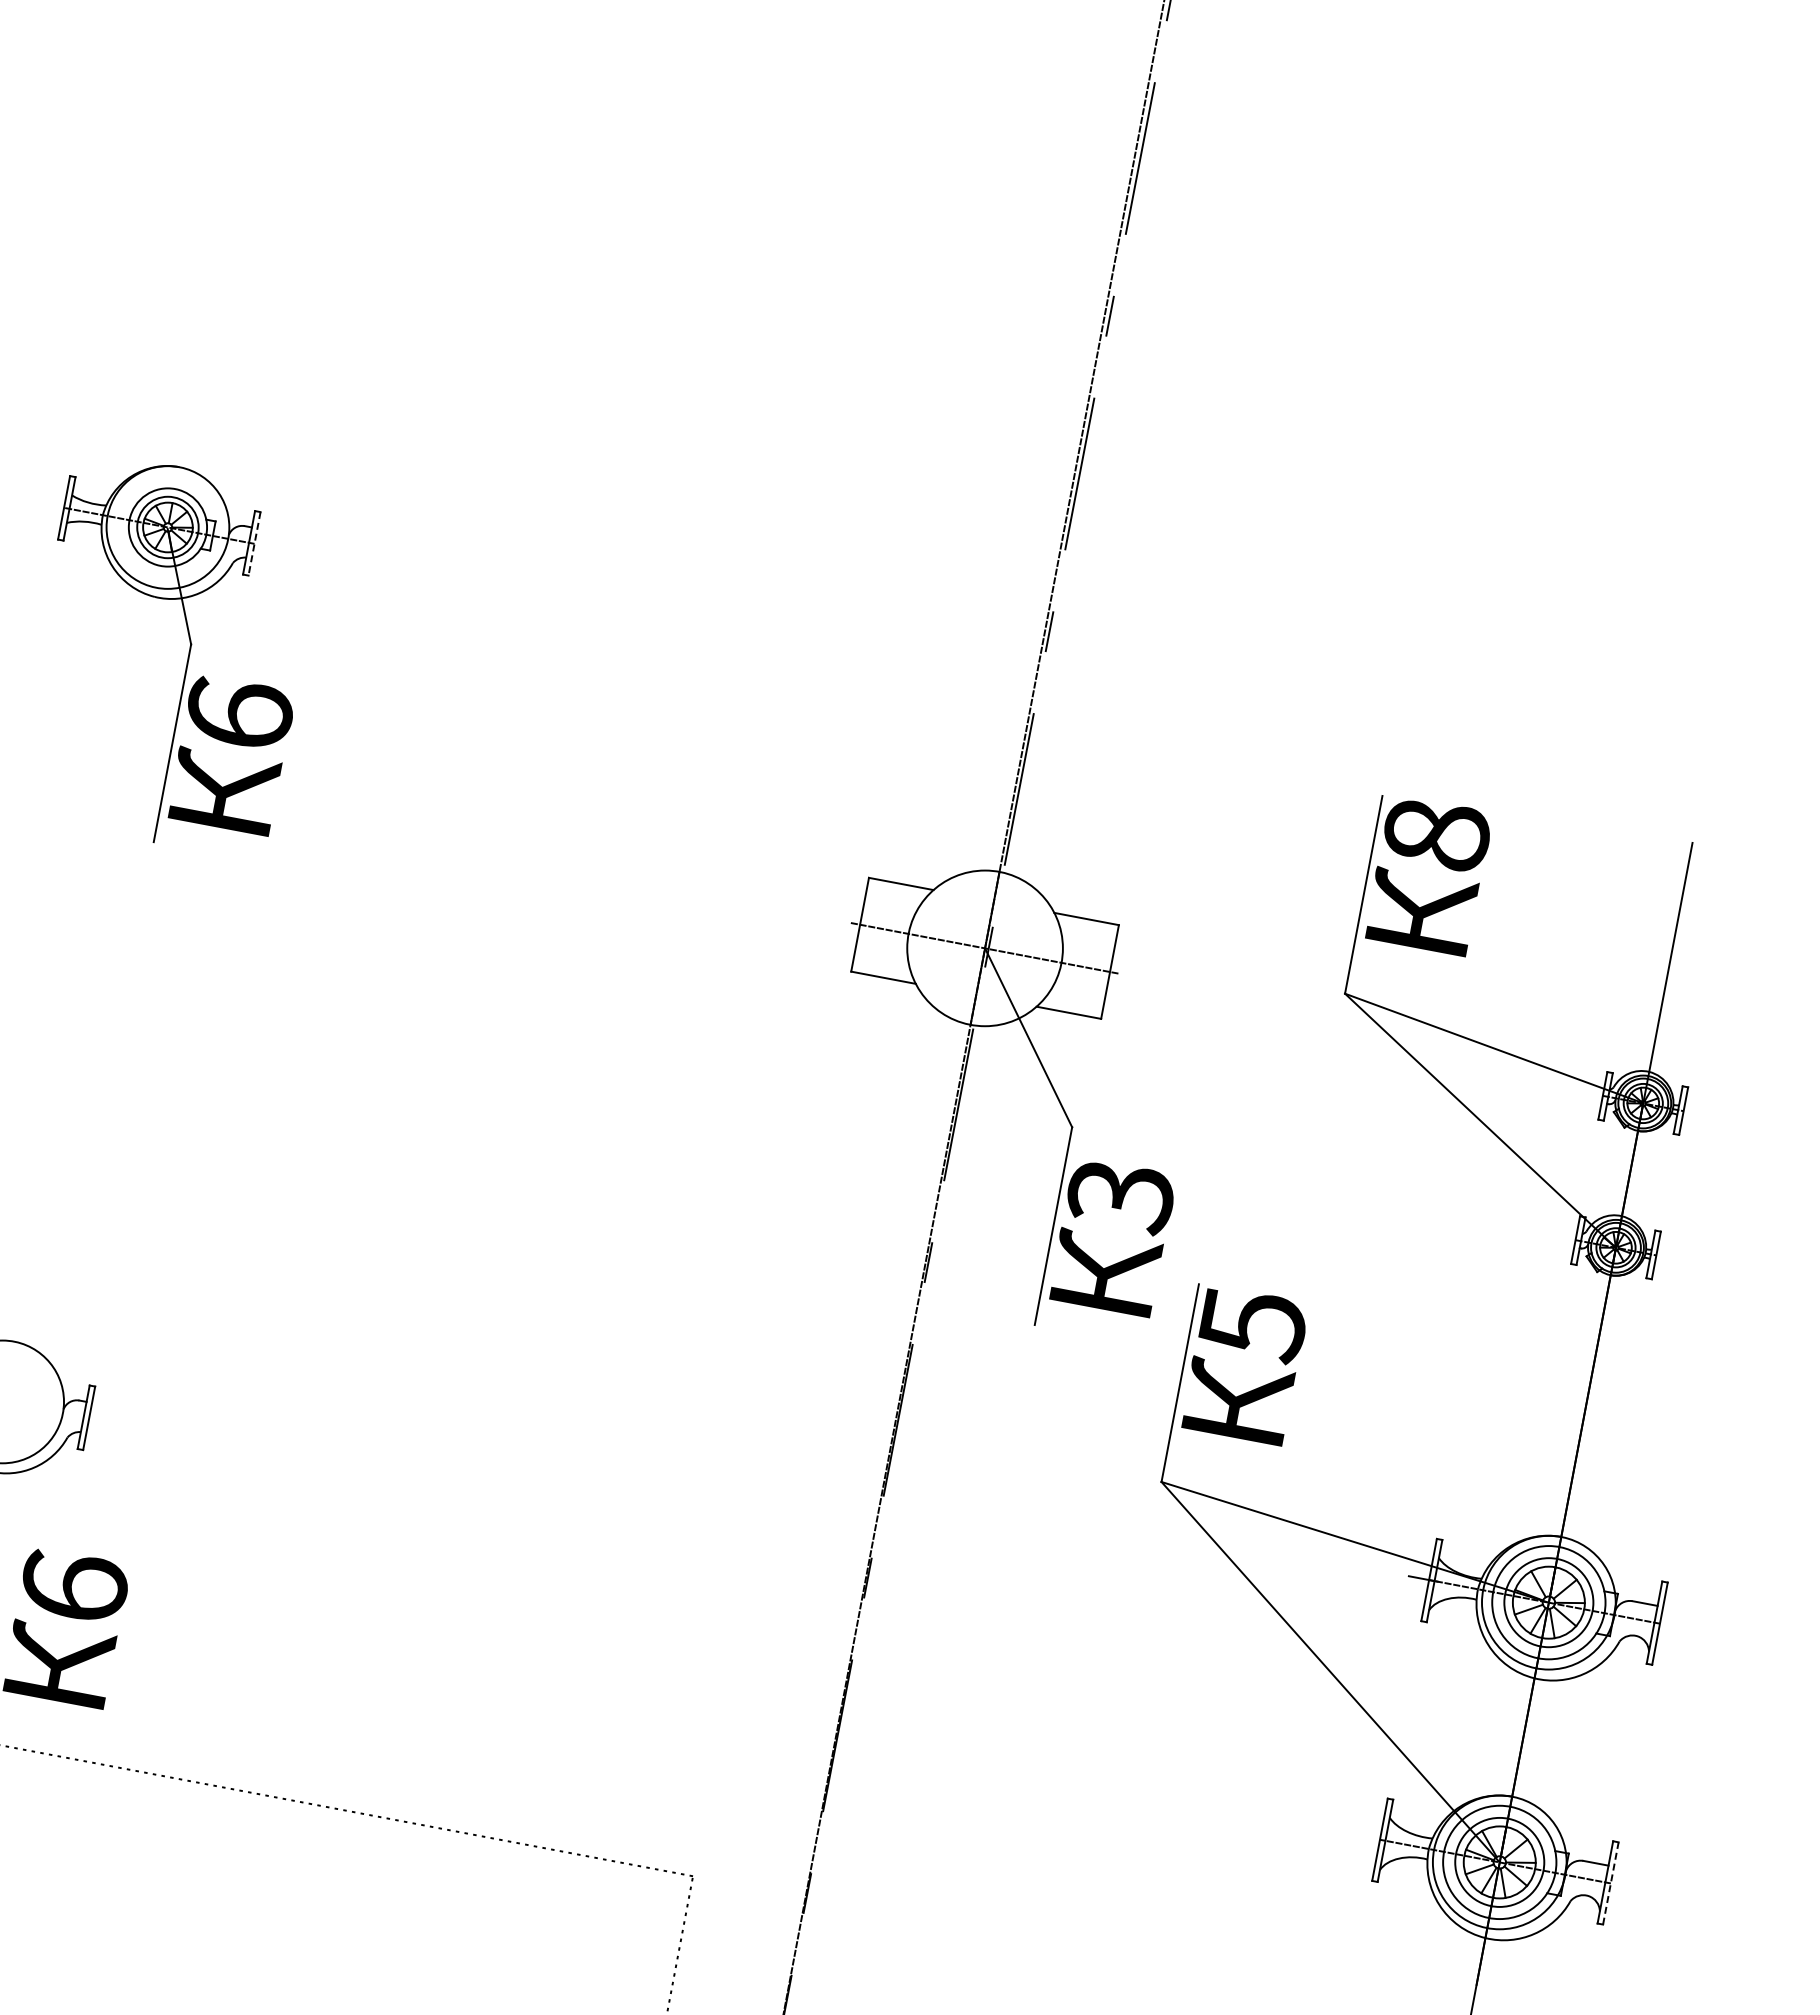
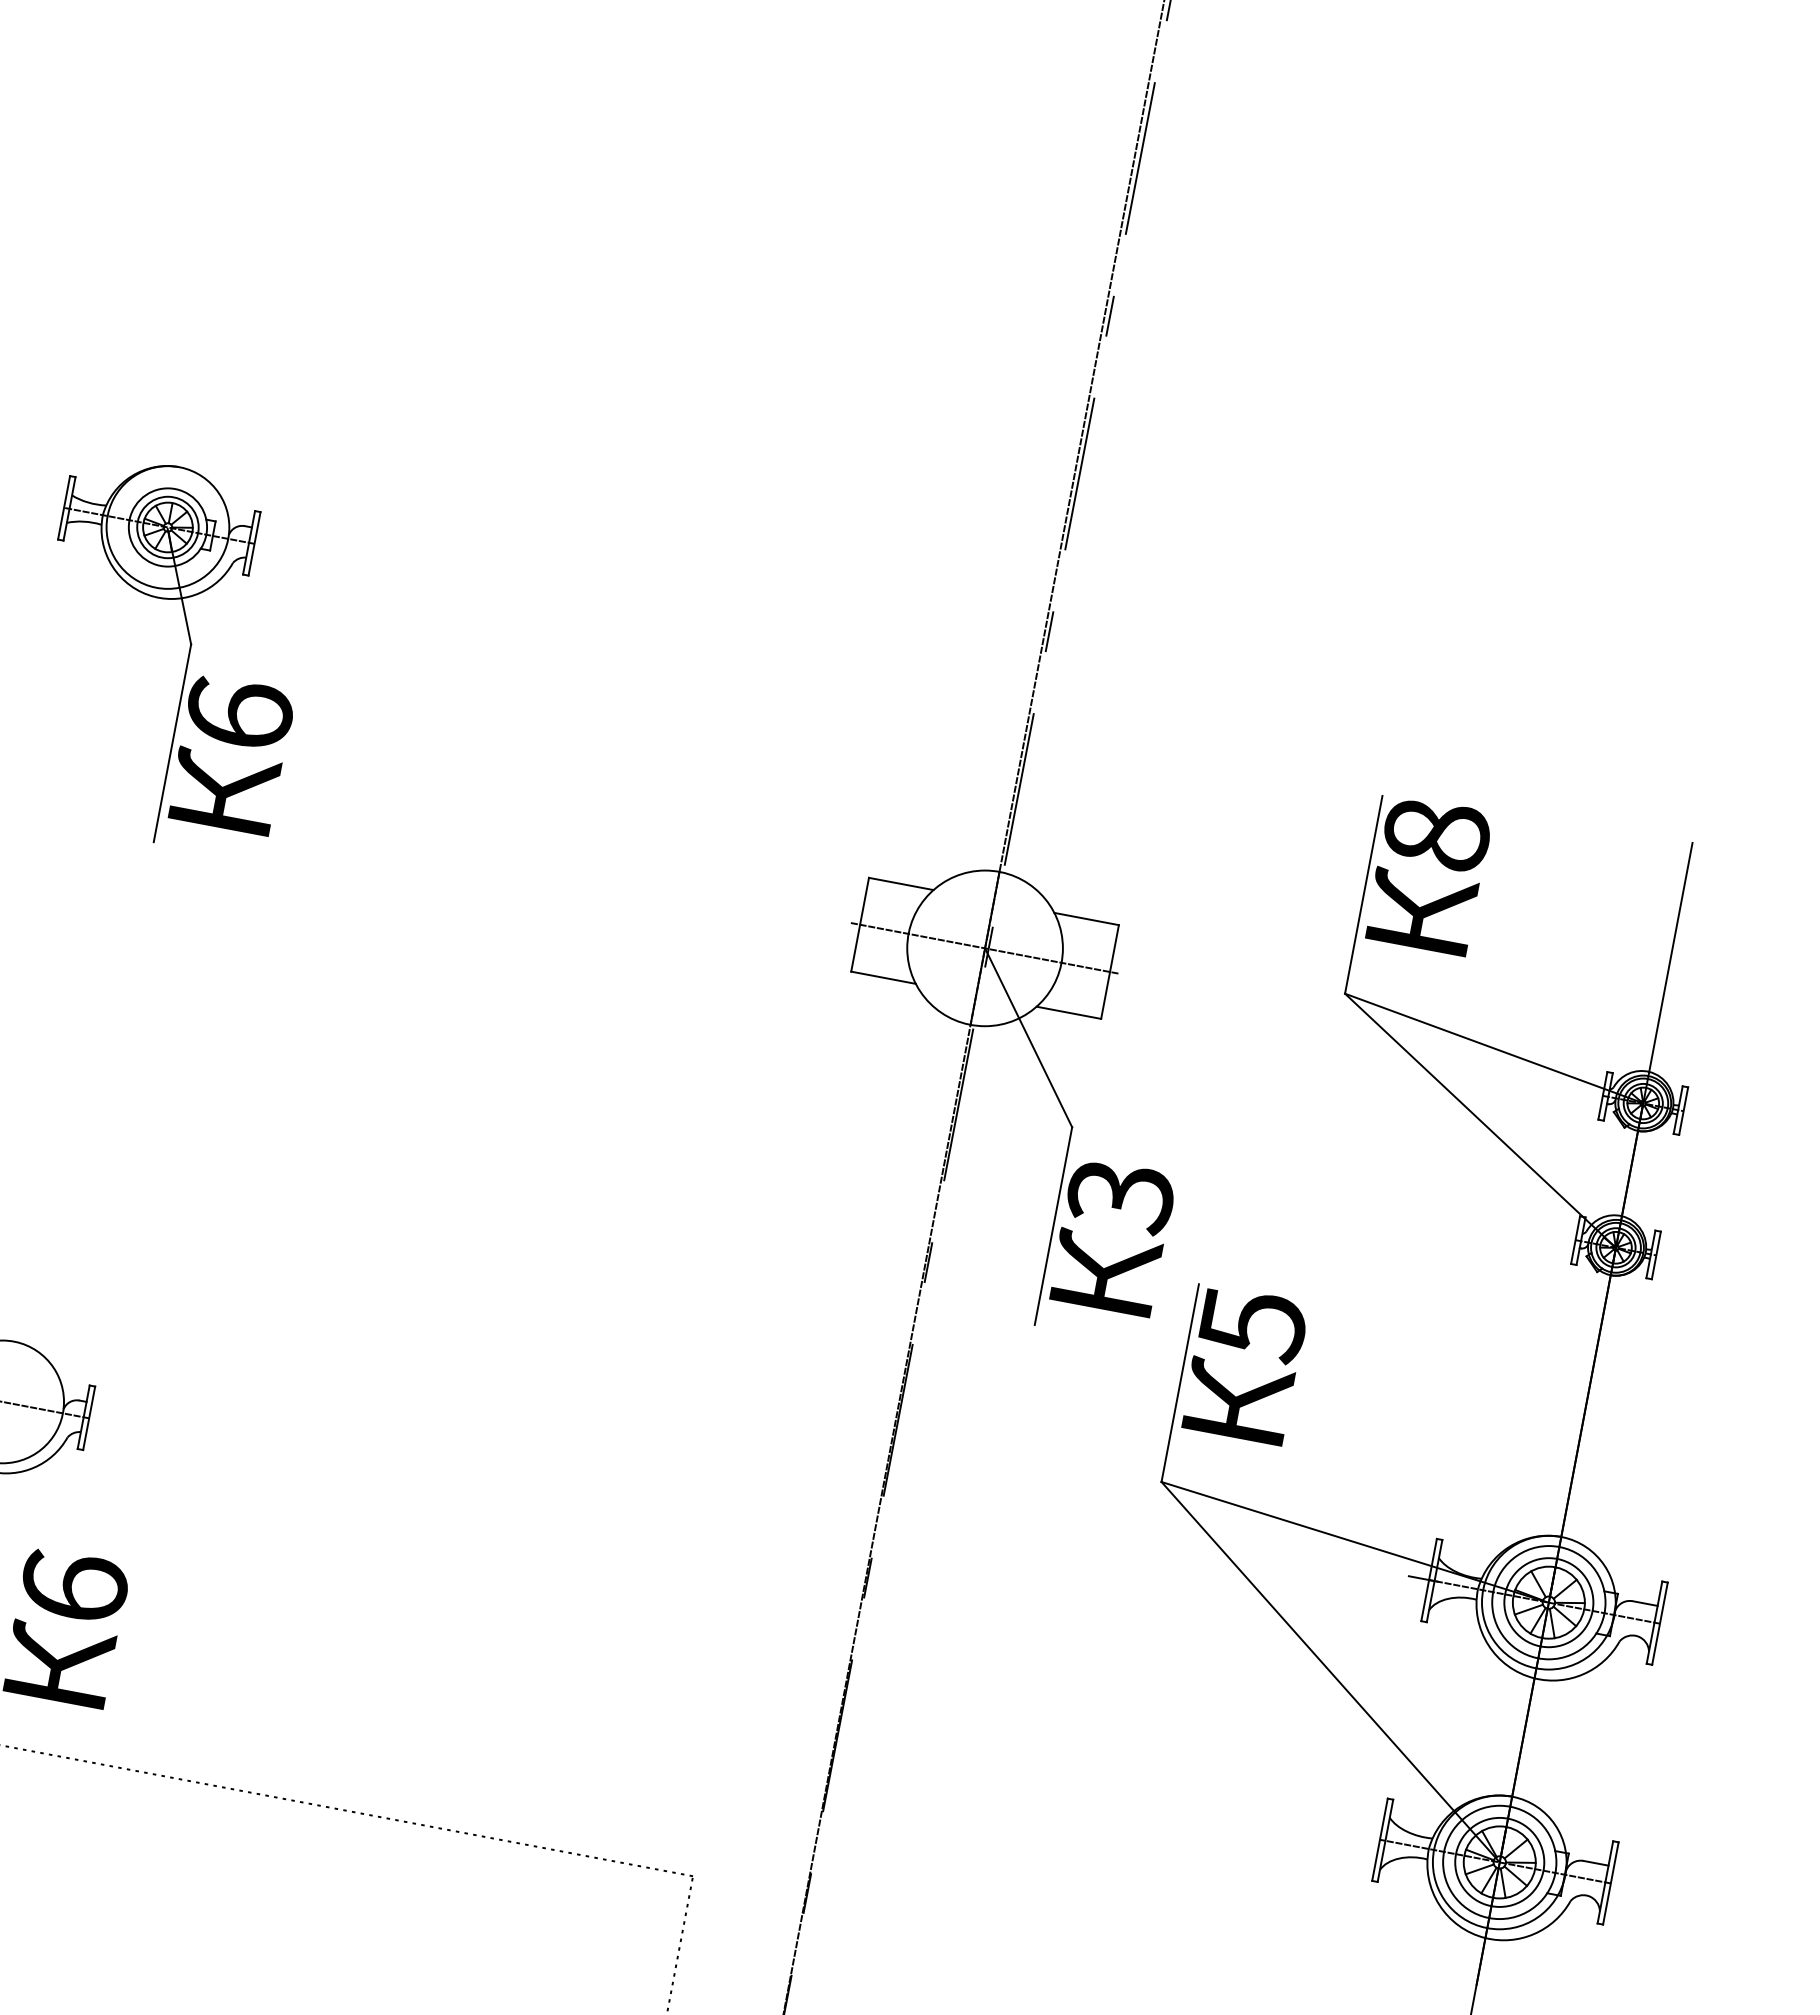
line at (254, 544): dashed -> solid
line at (45, 1409): none -> present
line at (1610, 1883): dashed -> solid
